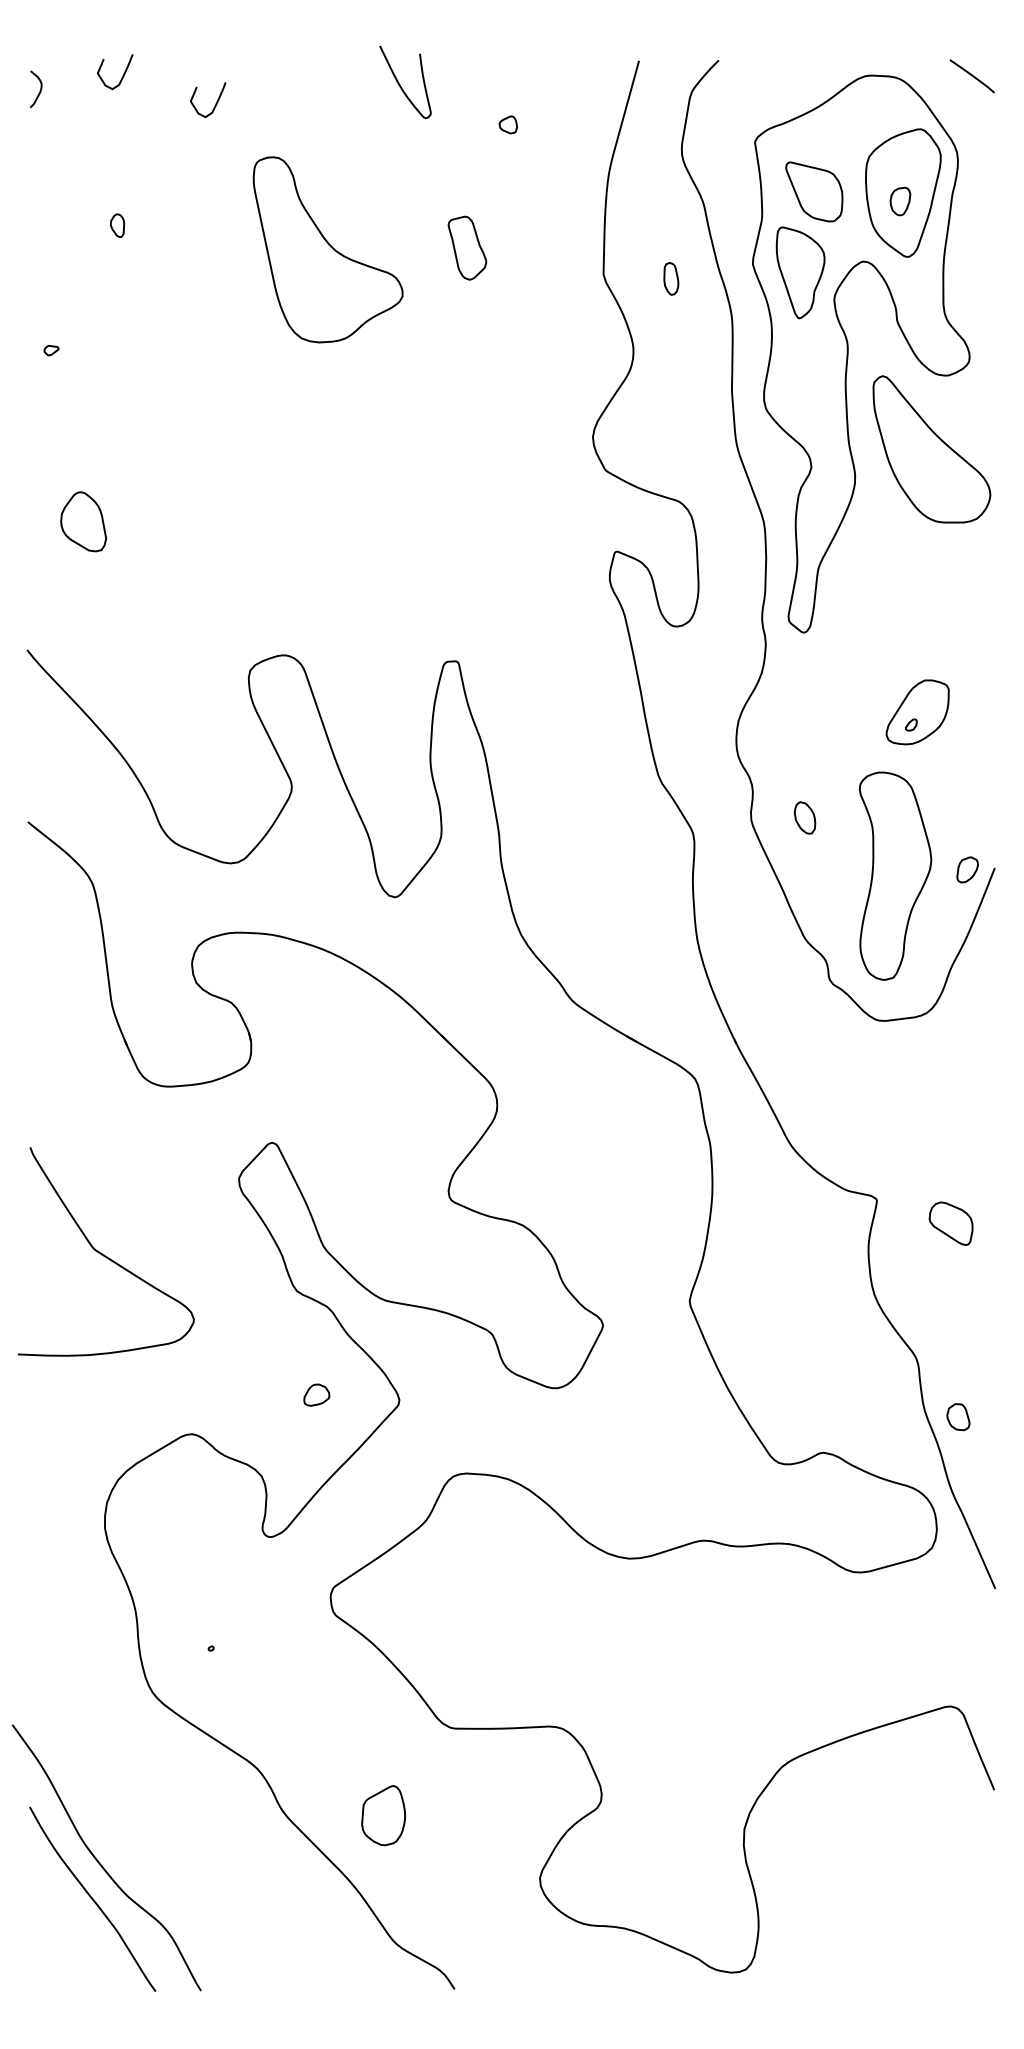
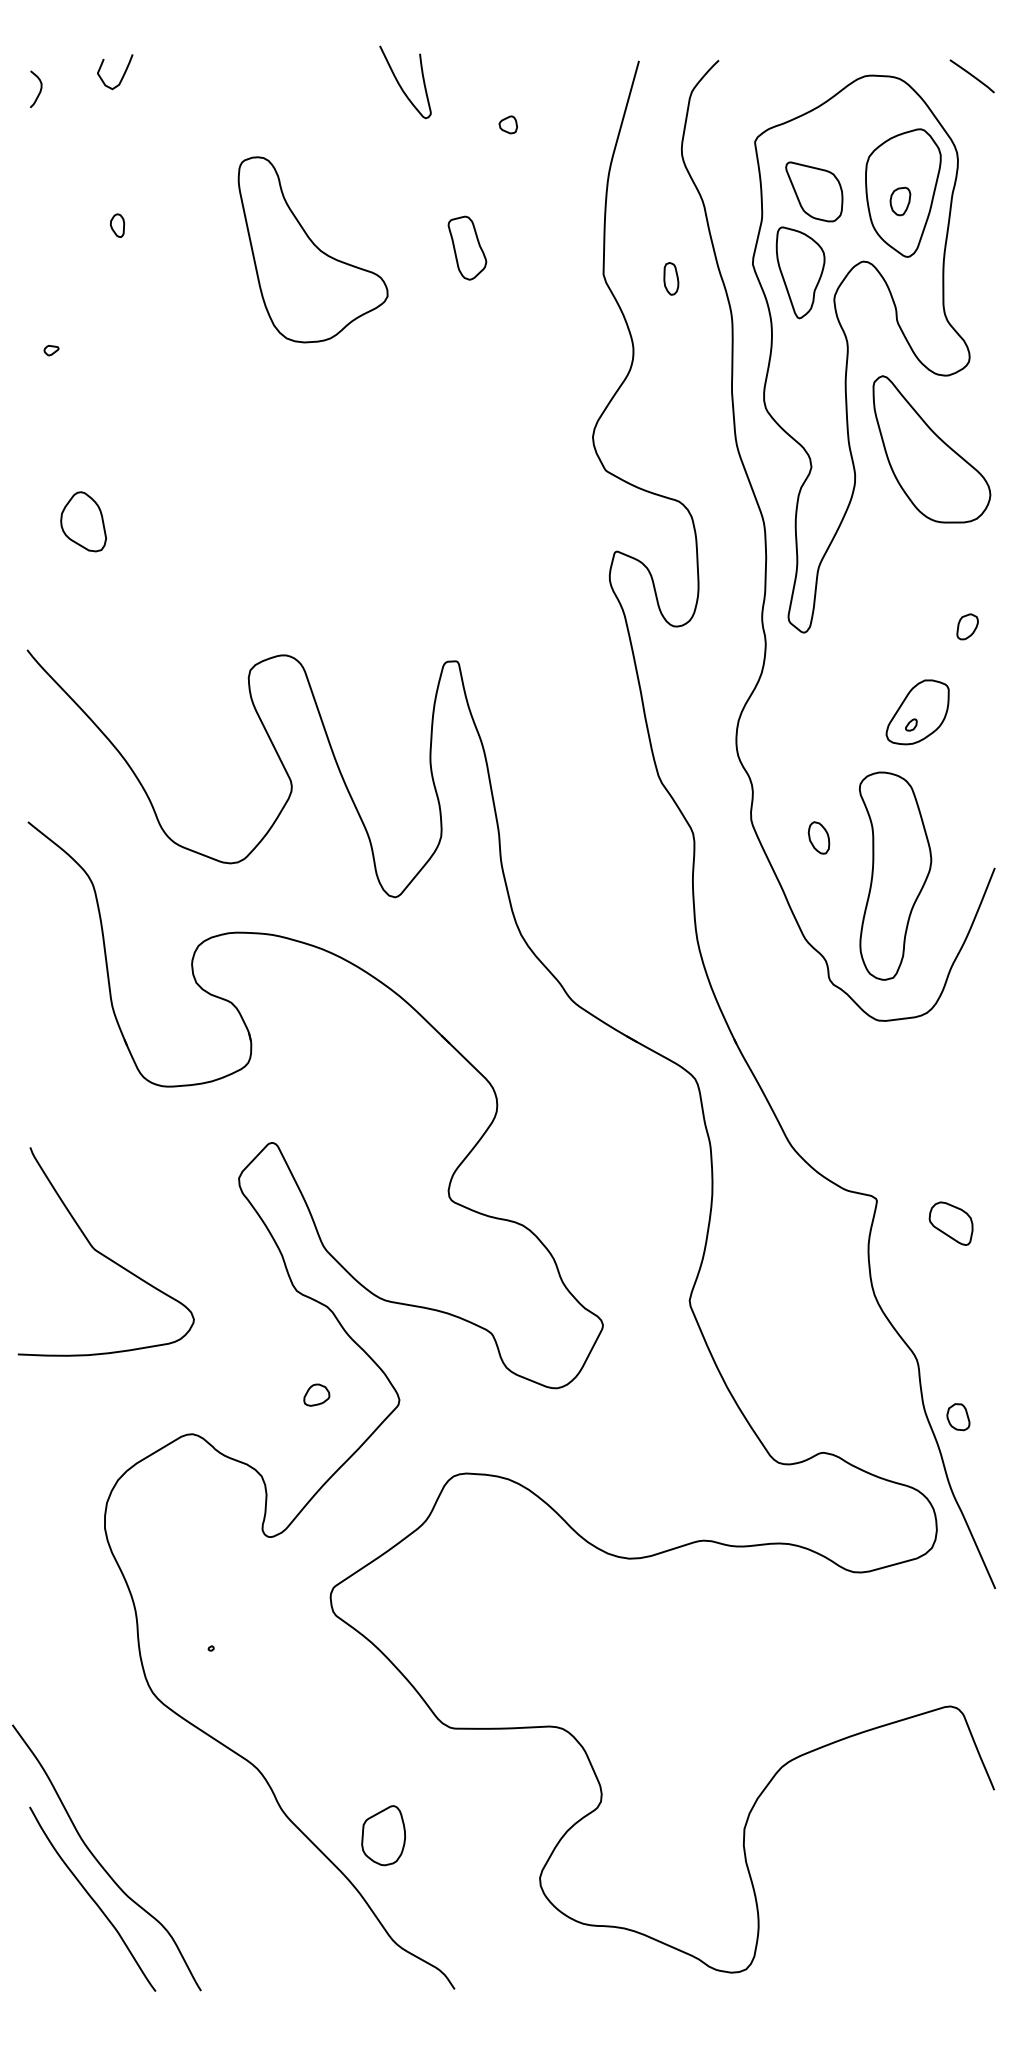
curve at (215, 103): present -> none
part at (327, 249) position: (327, 249) -> (312, 249)
part at (804, 817) position: (804, 817) -> (818, 837)
part at (967, 869) position: (967, 869) -> (967, 626)
part at (383, 1815) position: (383, 1815) -> (383, 1835)
